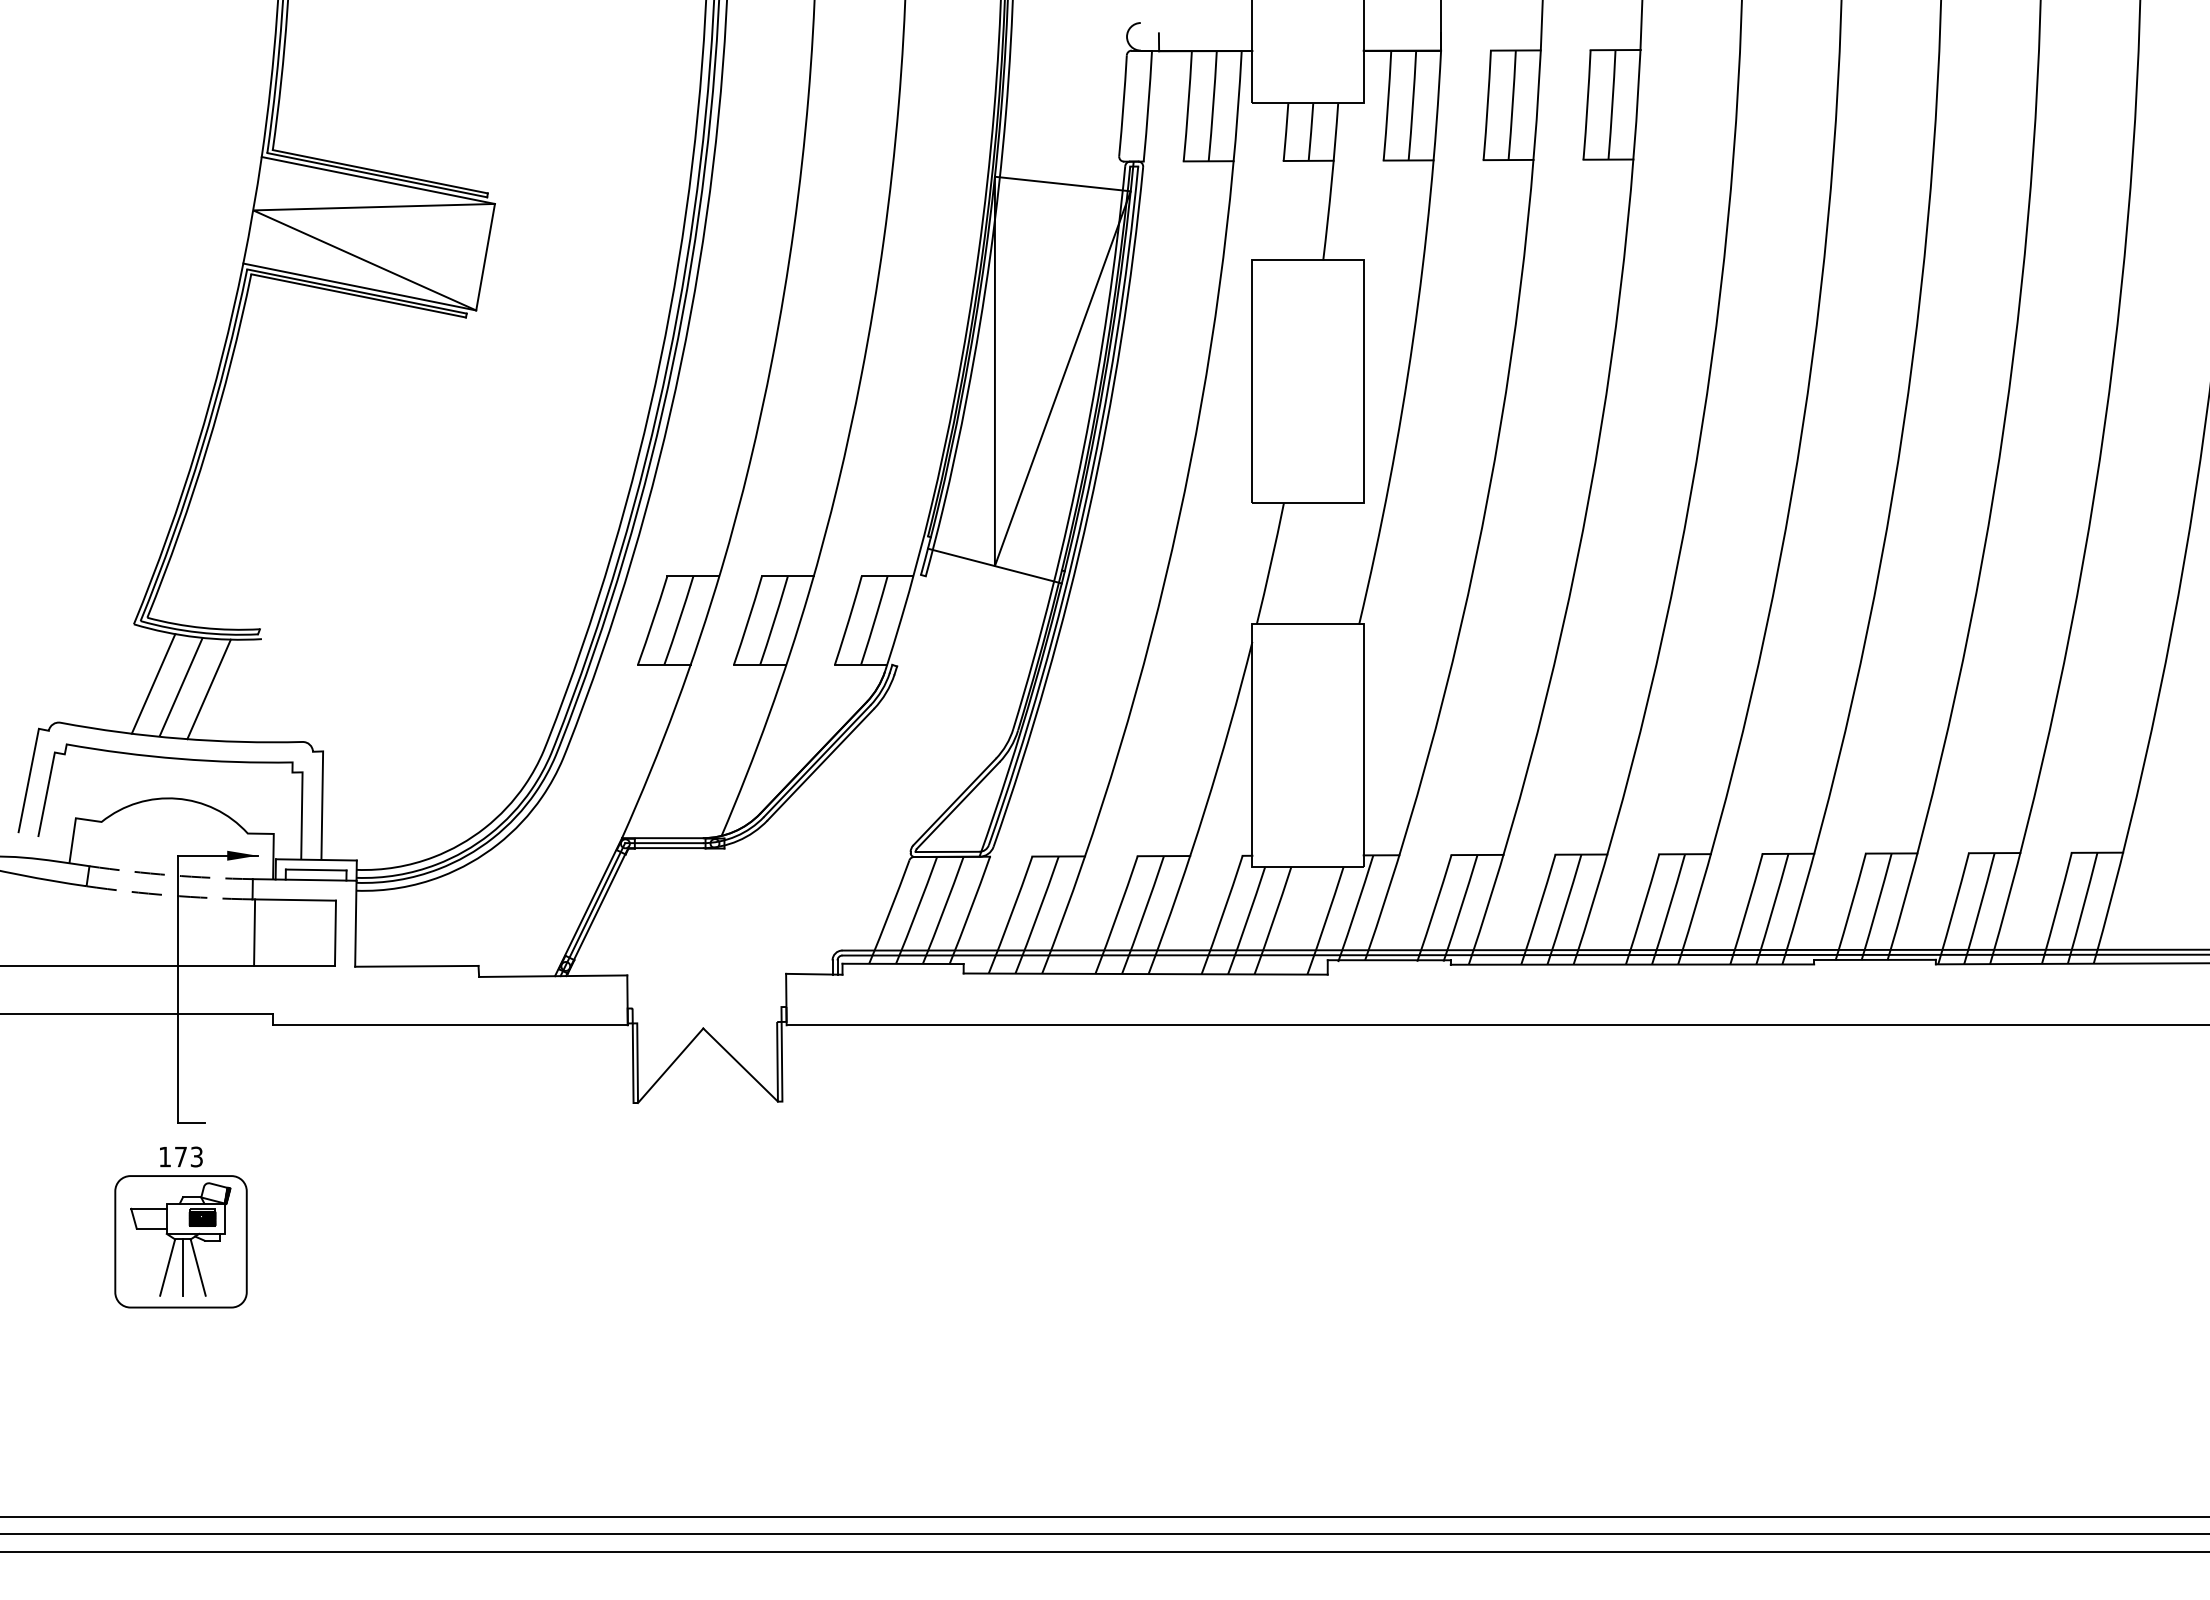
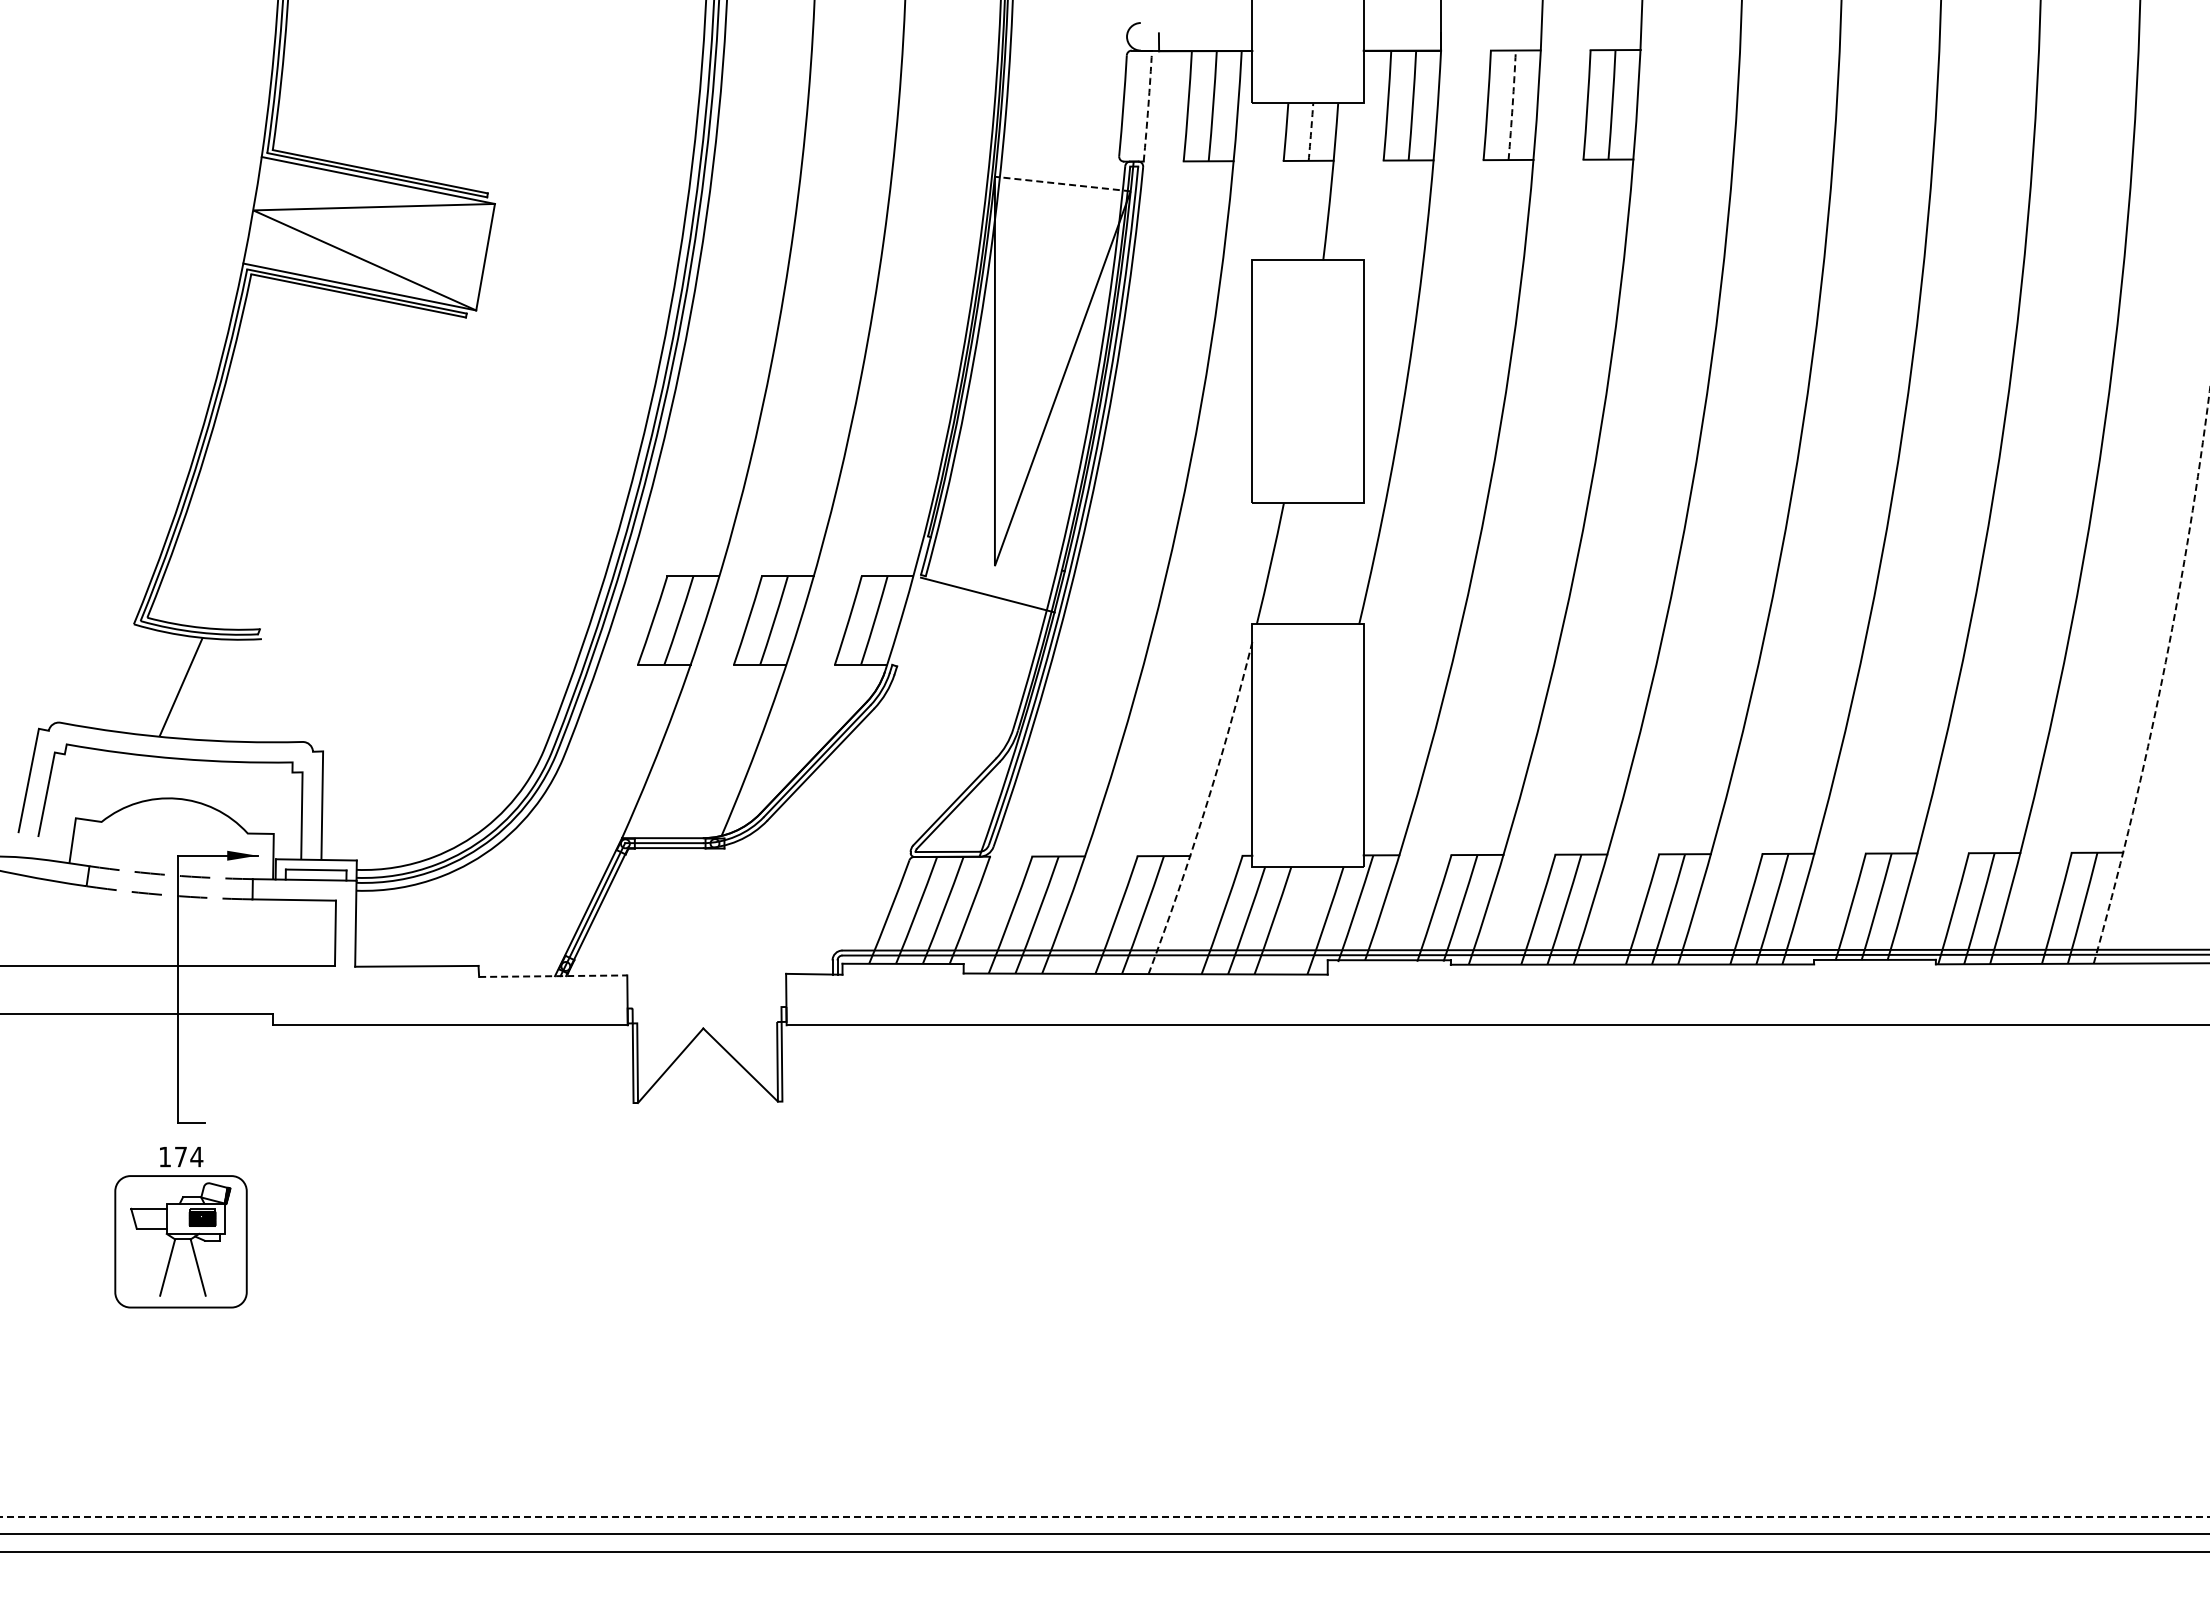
arc at (1512, 105): solid -> dashed
arc at (1148, 106): solid -> dashed
arc at (1311, 132): solid -> dashed
line at (1062, 184): solid -> dashed
line at (994, 565) position: (994, 565) -> (987, 594)
arc at (2162, 677): solid -> dashed
line at (153, 683): present -> none
line at (208, 689): present -> none
arc at (1205, 809): solid -> dashed
line at (254, 932): present -> none
line at (553, 976): solid -> dashed
text at (196, 1156): 173 -> 174
line at (182, 1267): present -> none
line at (1105, 1516): solid -> dashed
